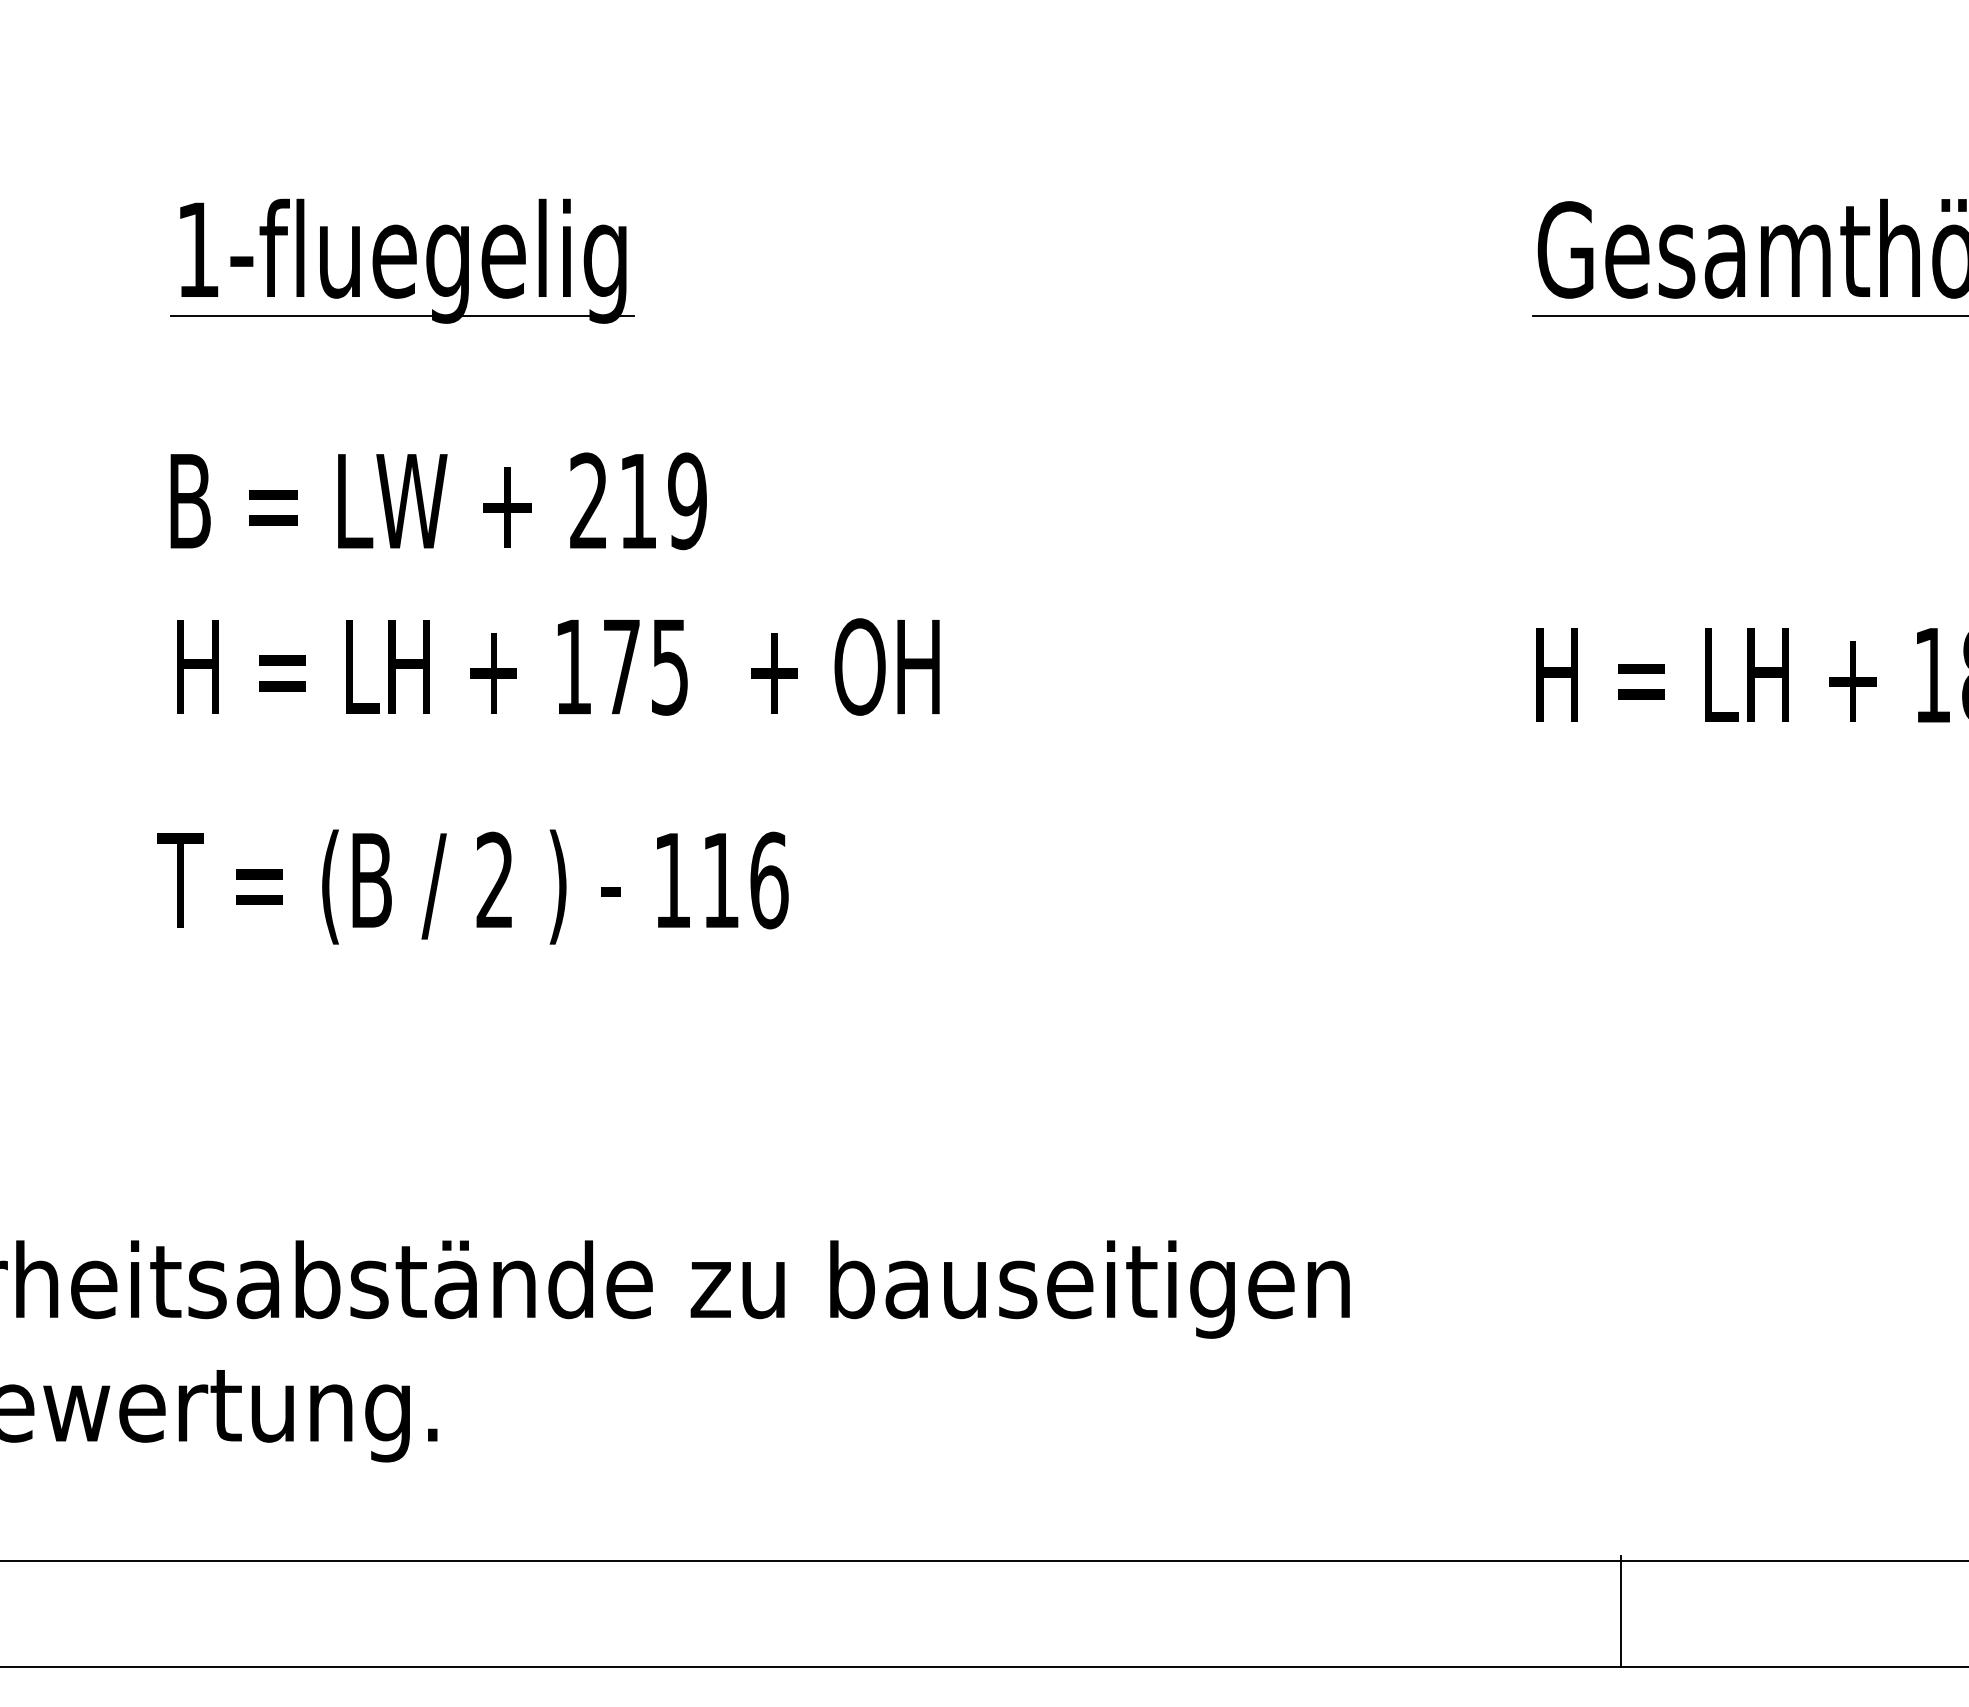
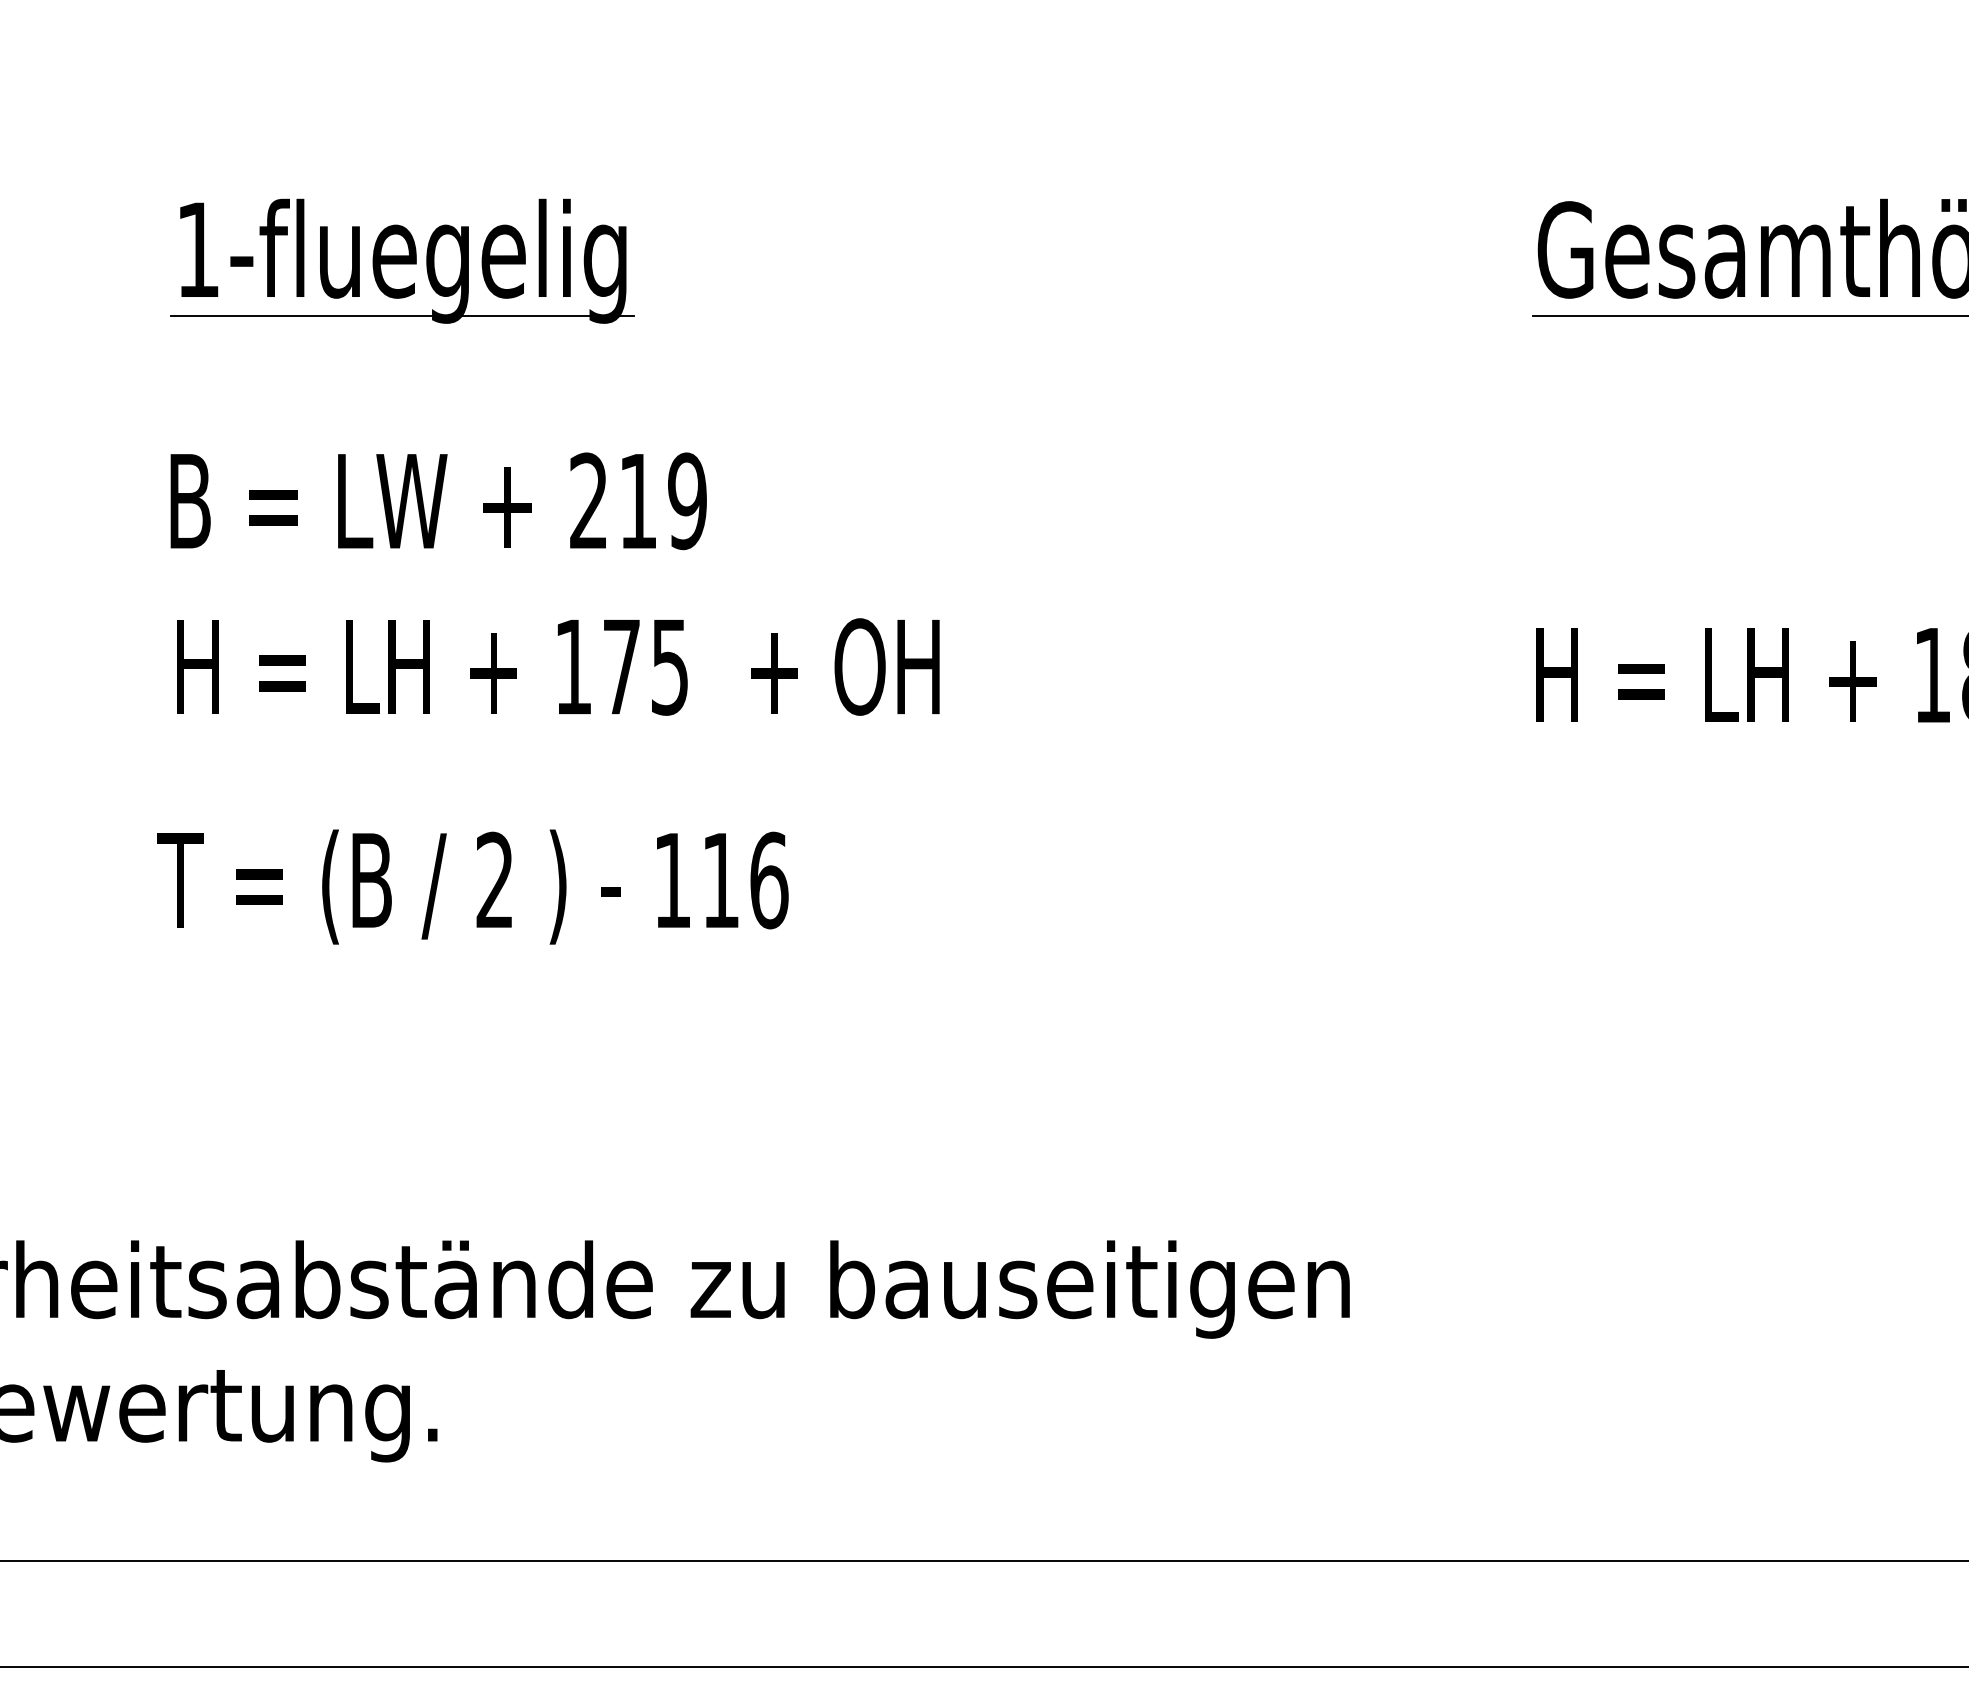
line at (1620, 1611): present -> none
